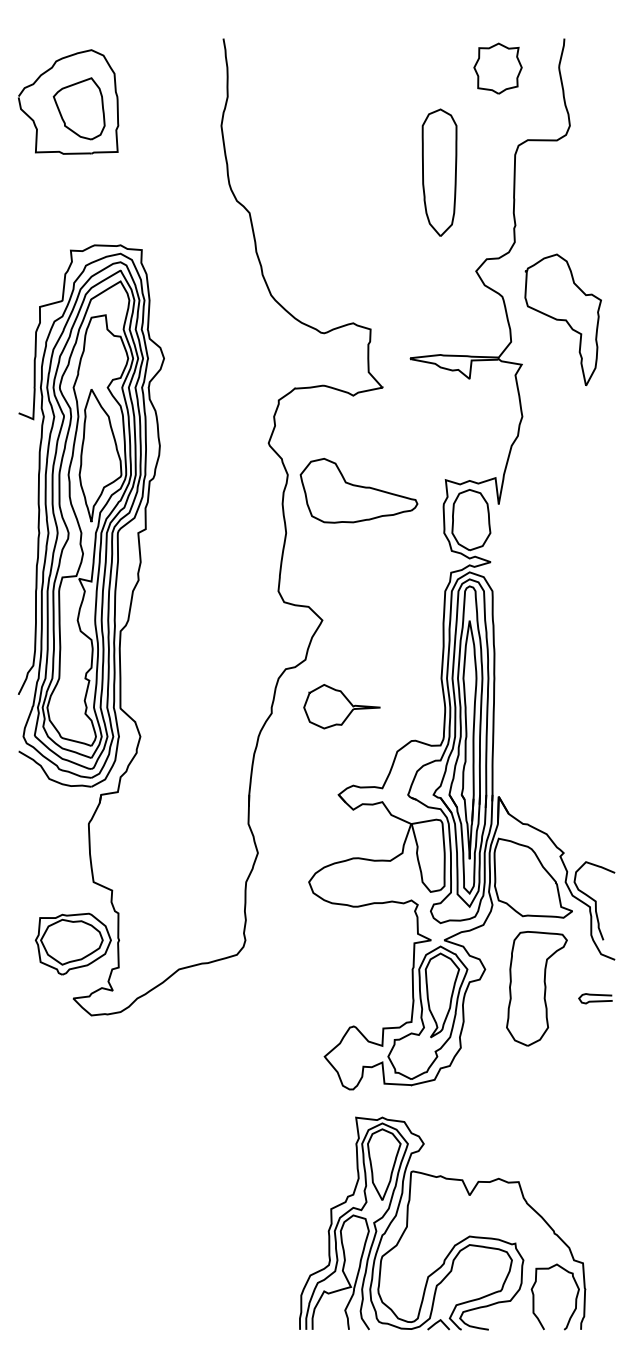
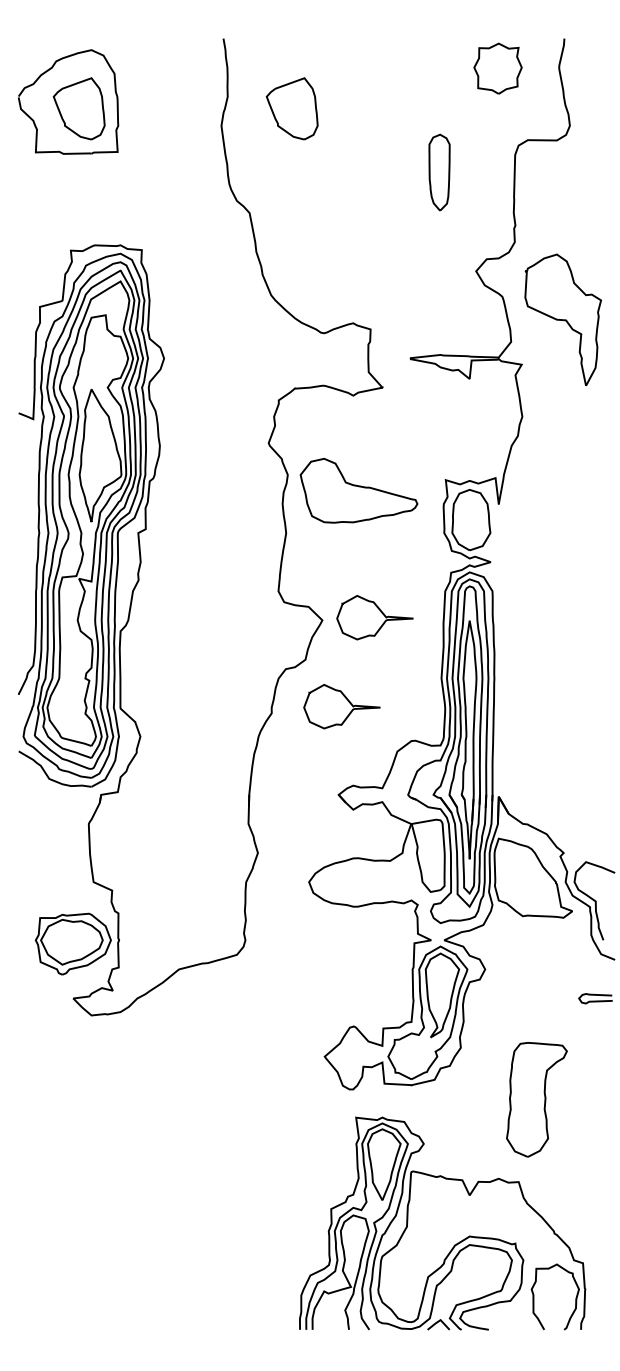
part at (291, 108): none -> present
part at (439, 172) size: 37x129 px -> 23x79 px
part at (374, 617): none -> present
part at (536, 988) position: (536, 988) -> (536, 1099)
